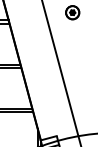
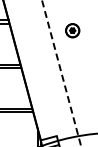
part at (72, 12) position: (72, 12) -> (72, 30)
line at (61, 73): solid -> dashed
